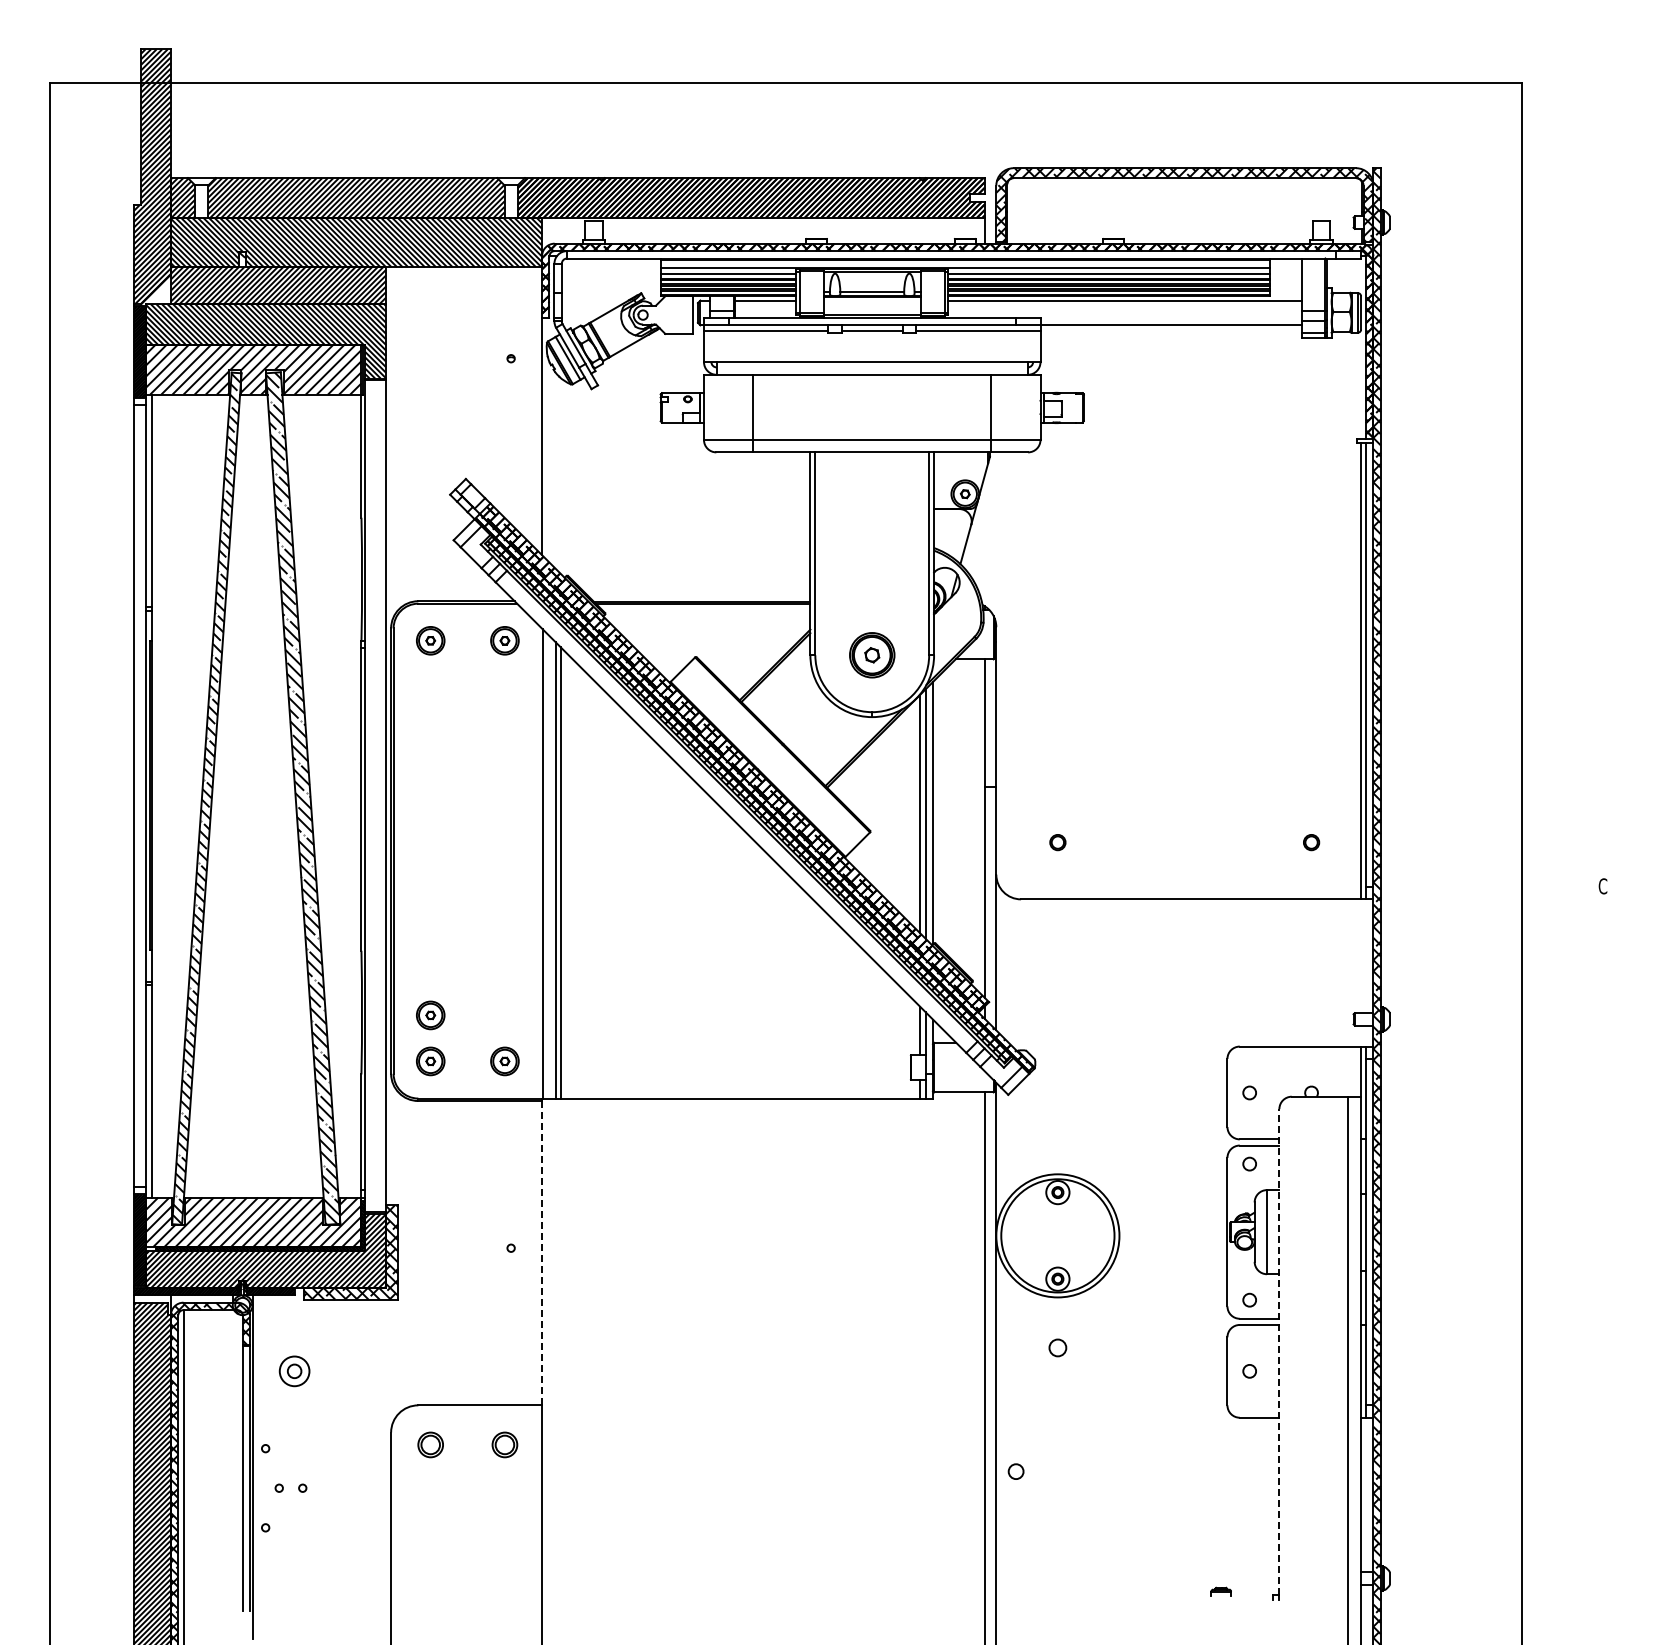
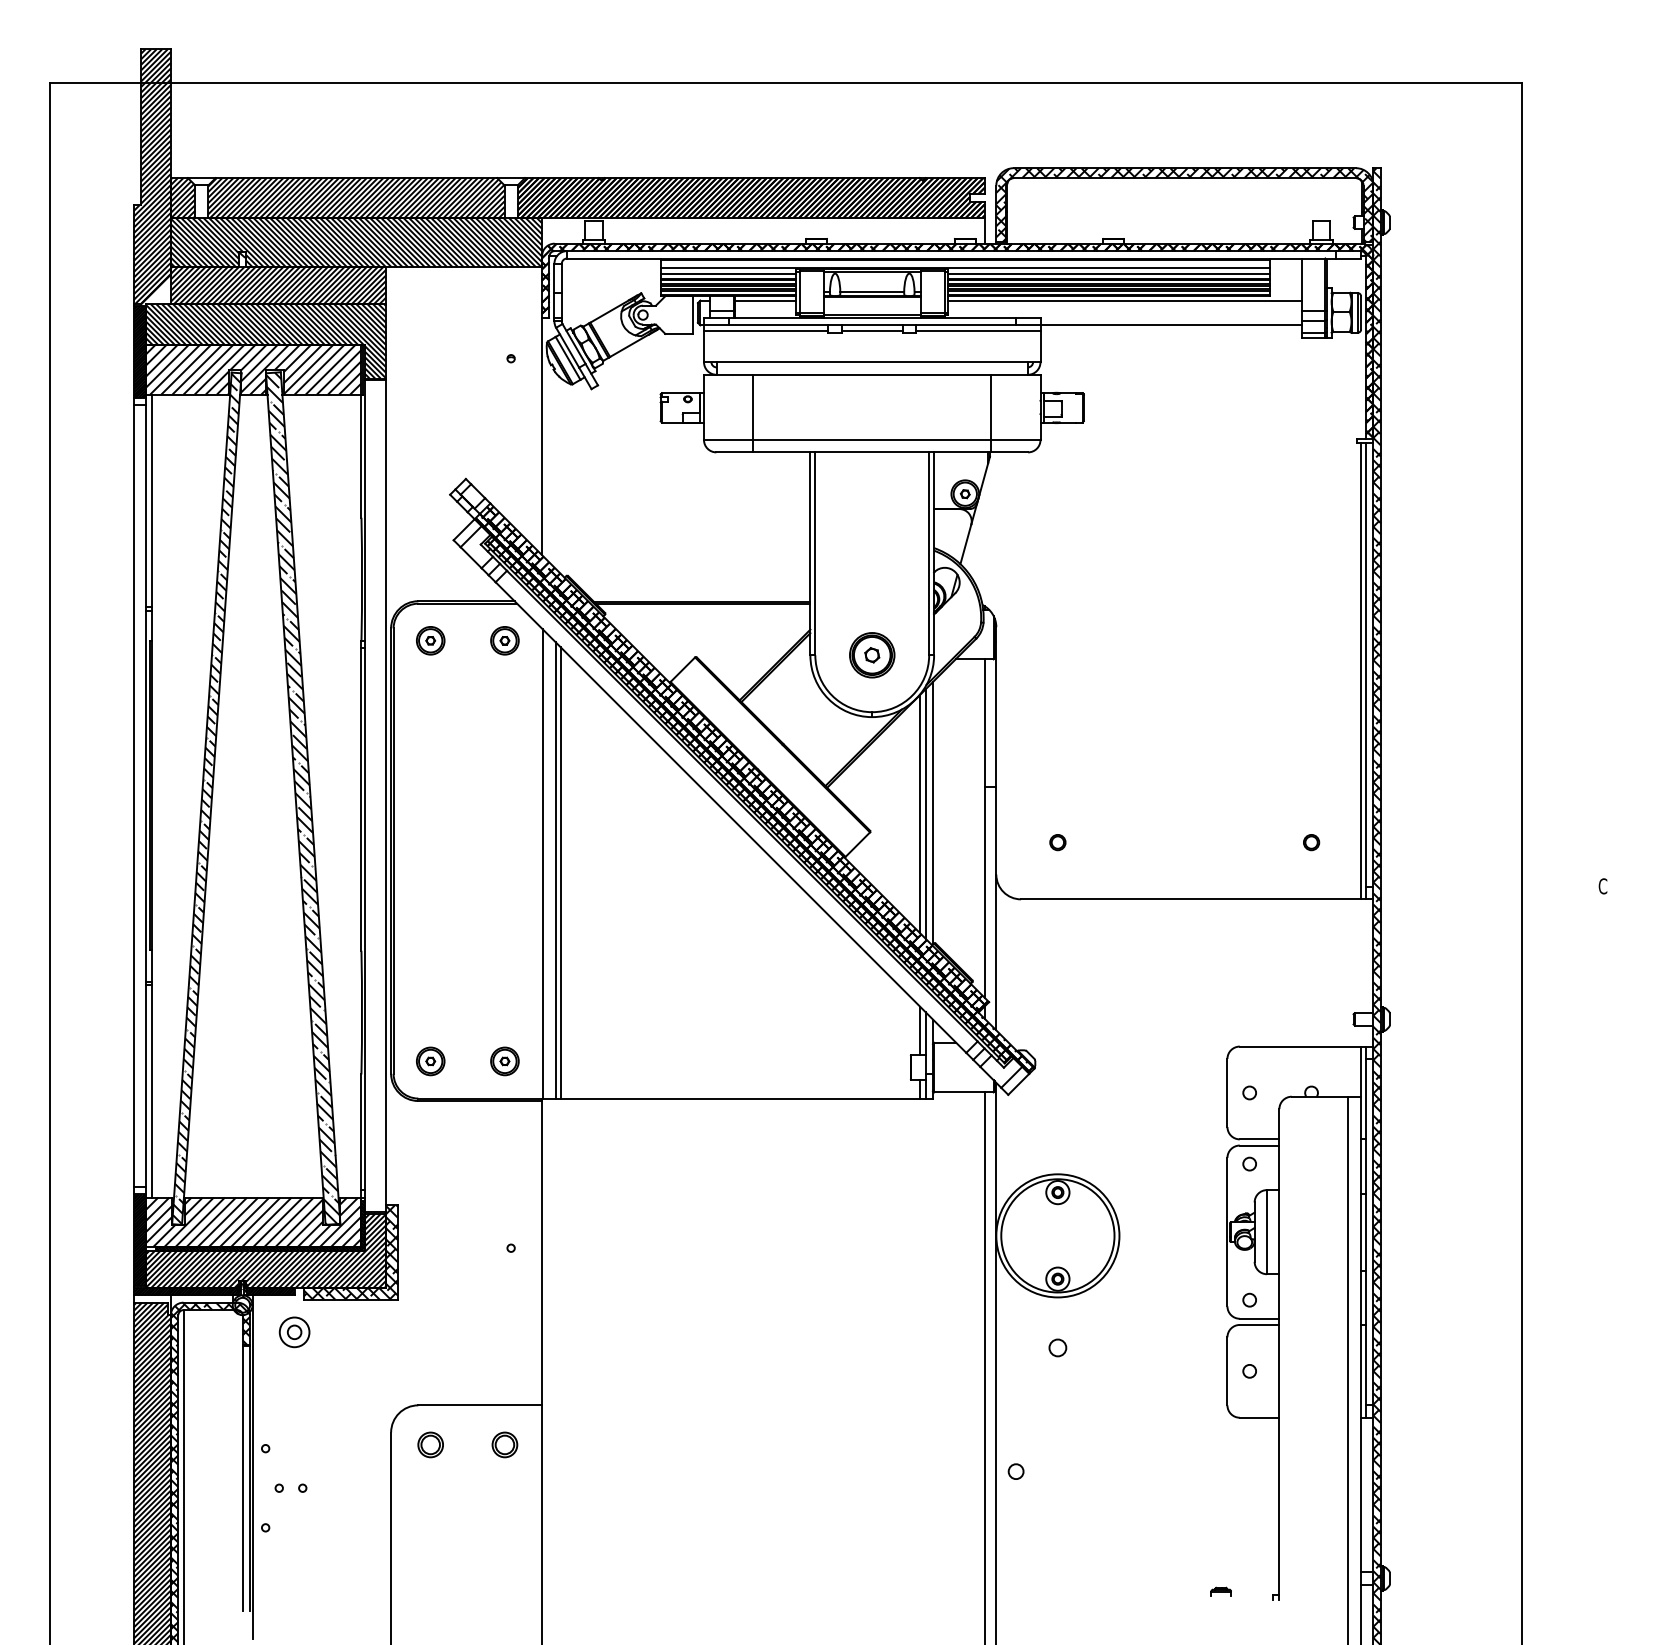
part at (430, 1015): present -> none
line at (542, 1252): dashed -> solid
line at (1279, 1351): dashed -> solid
part at (294, 1371) position: (294, 1371) -> (294, 1332)
